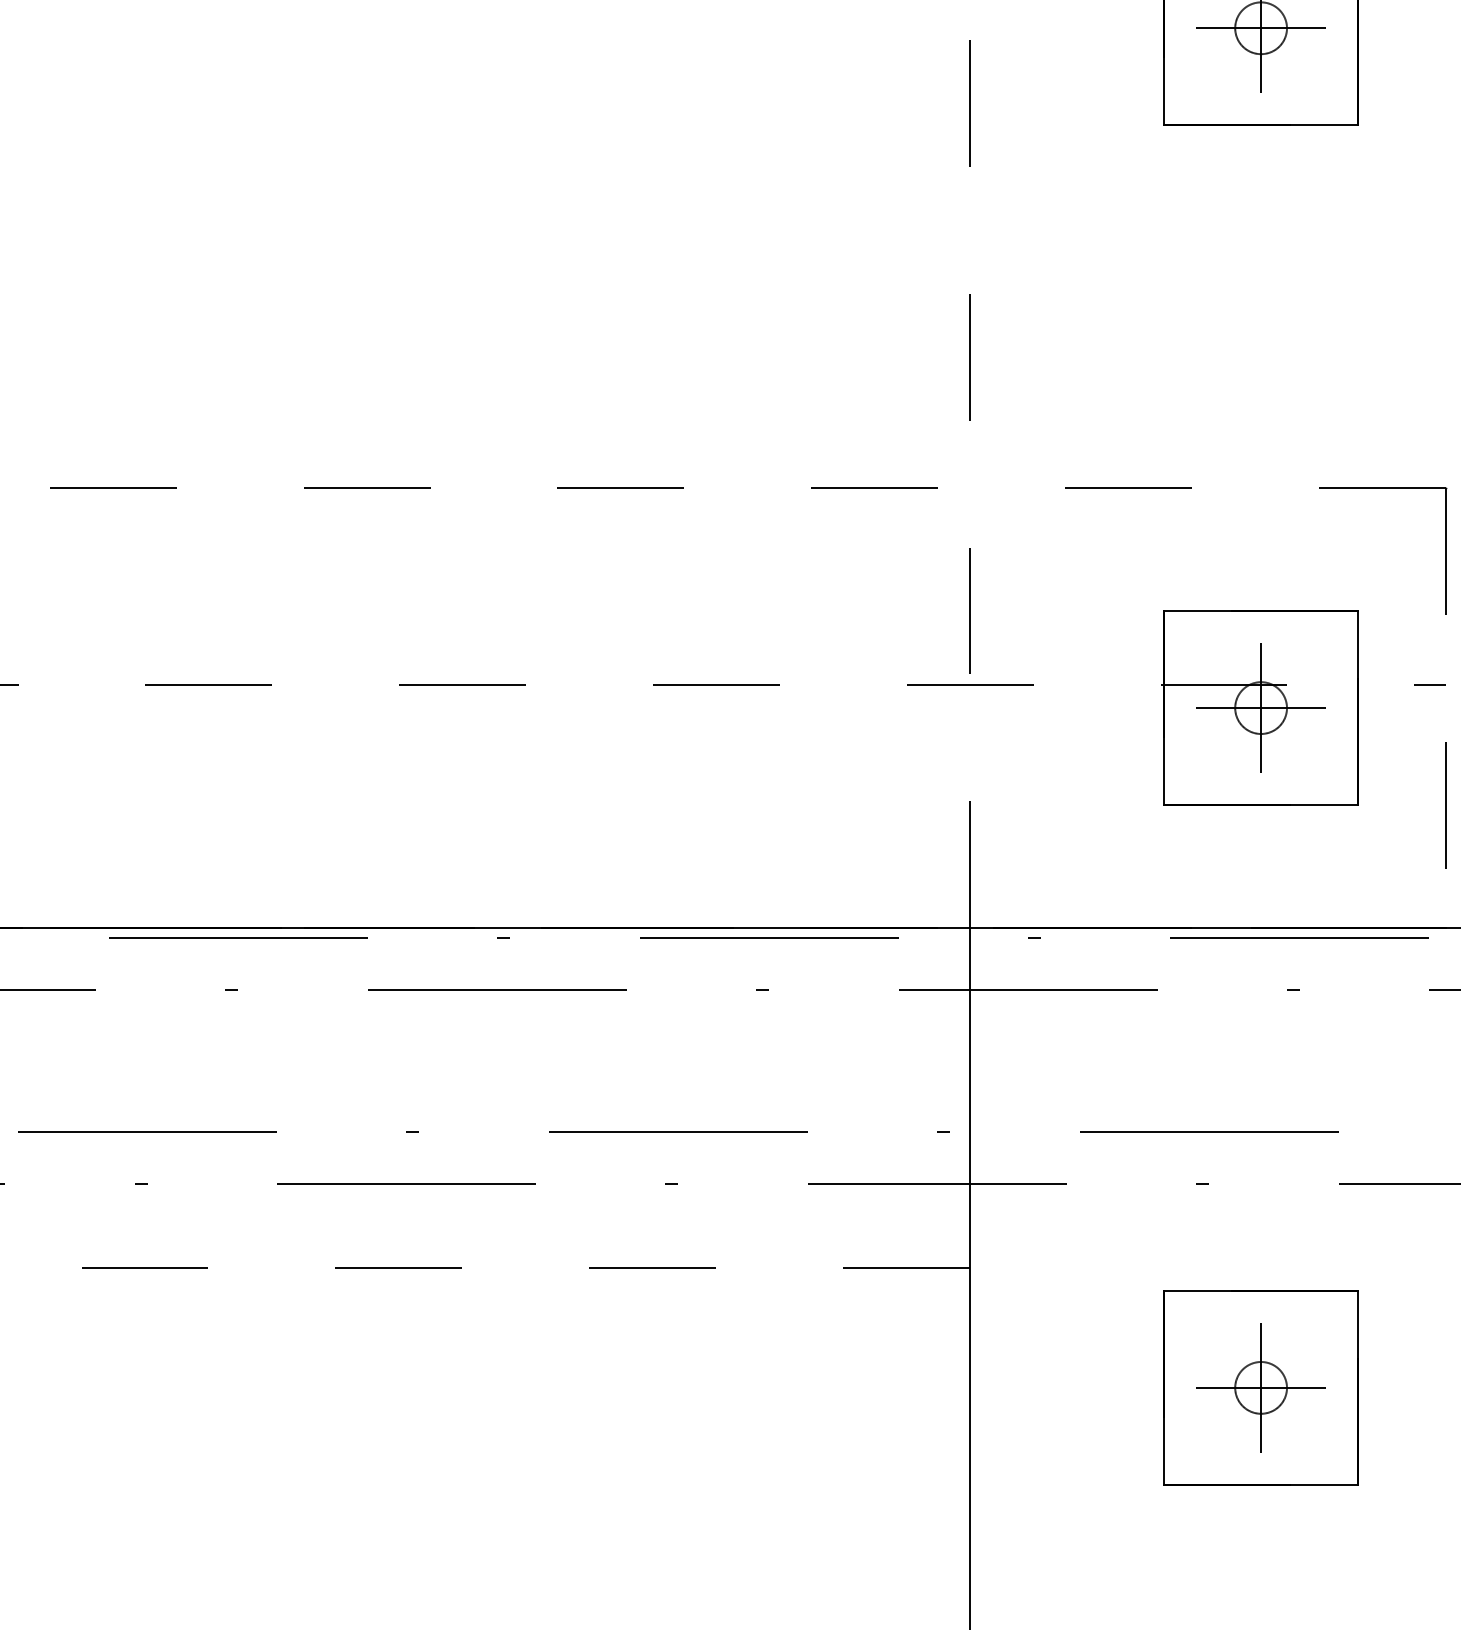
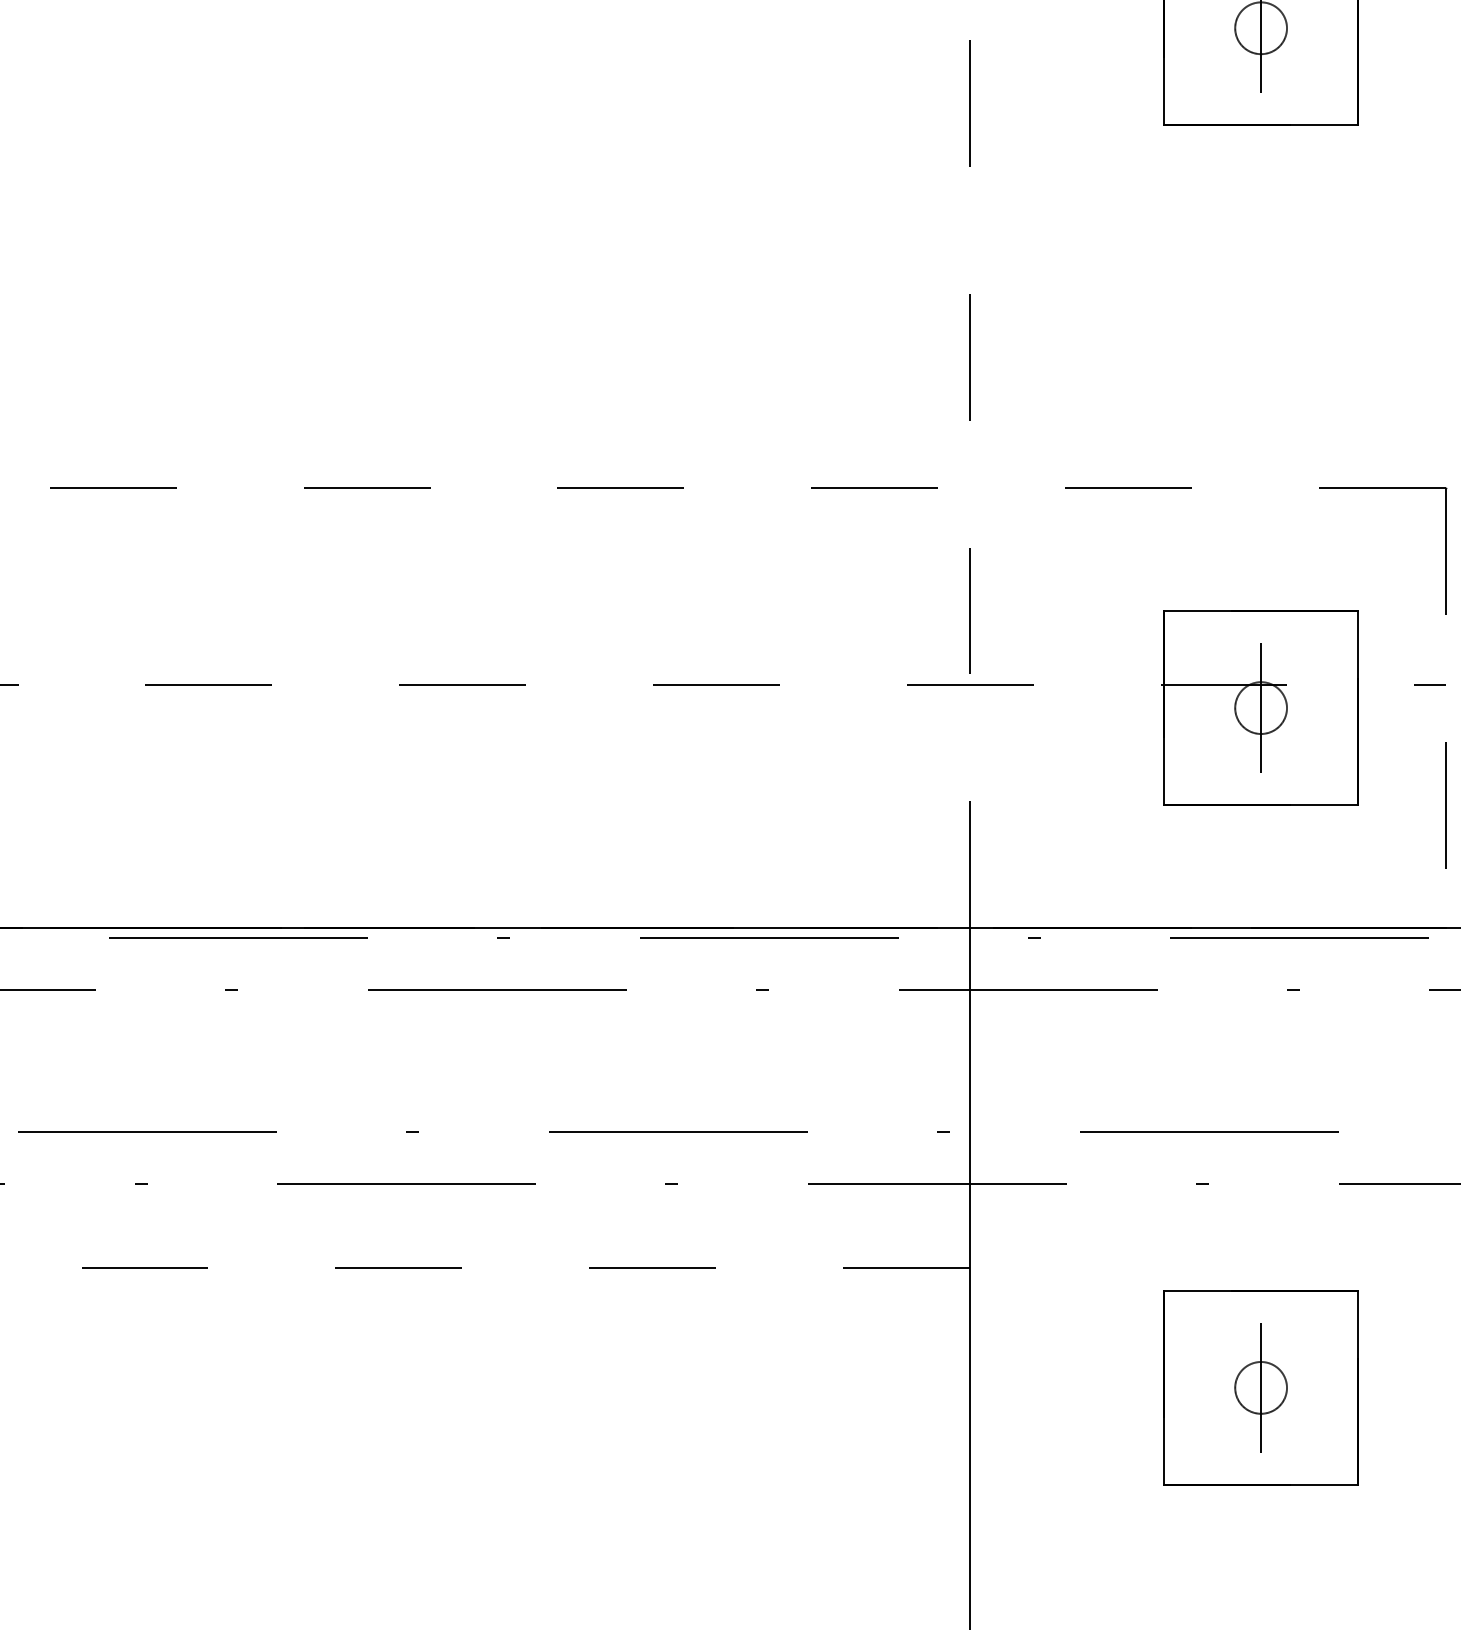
line at (1260, 28): present -> none
line at (1260, 708): present -> none
line at (1260, 1387): present -> none
